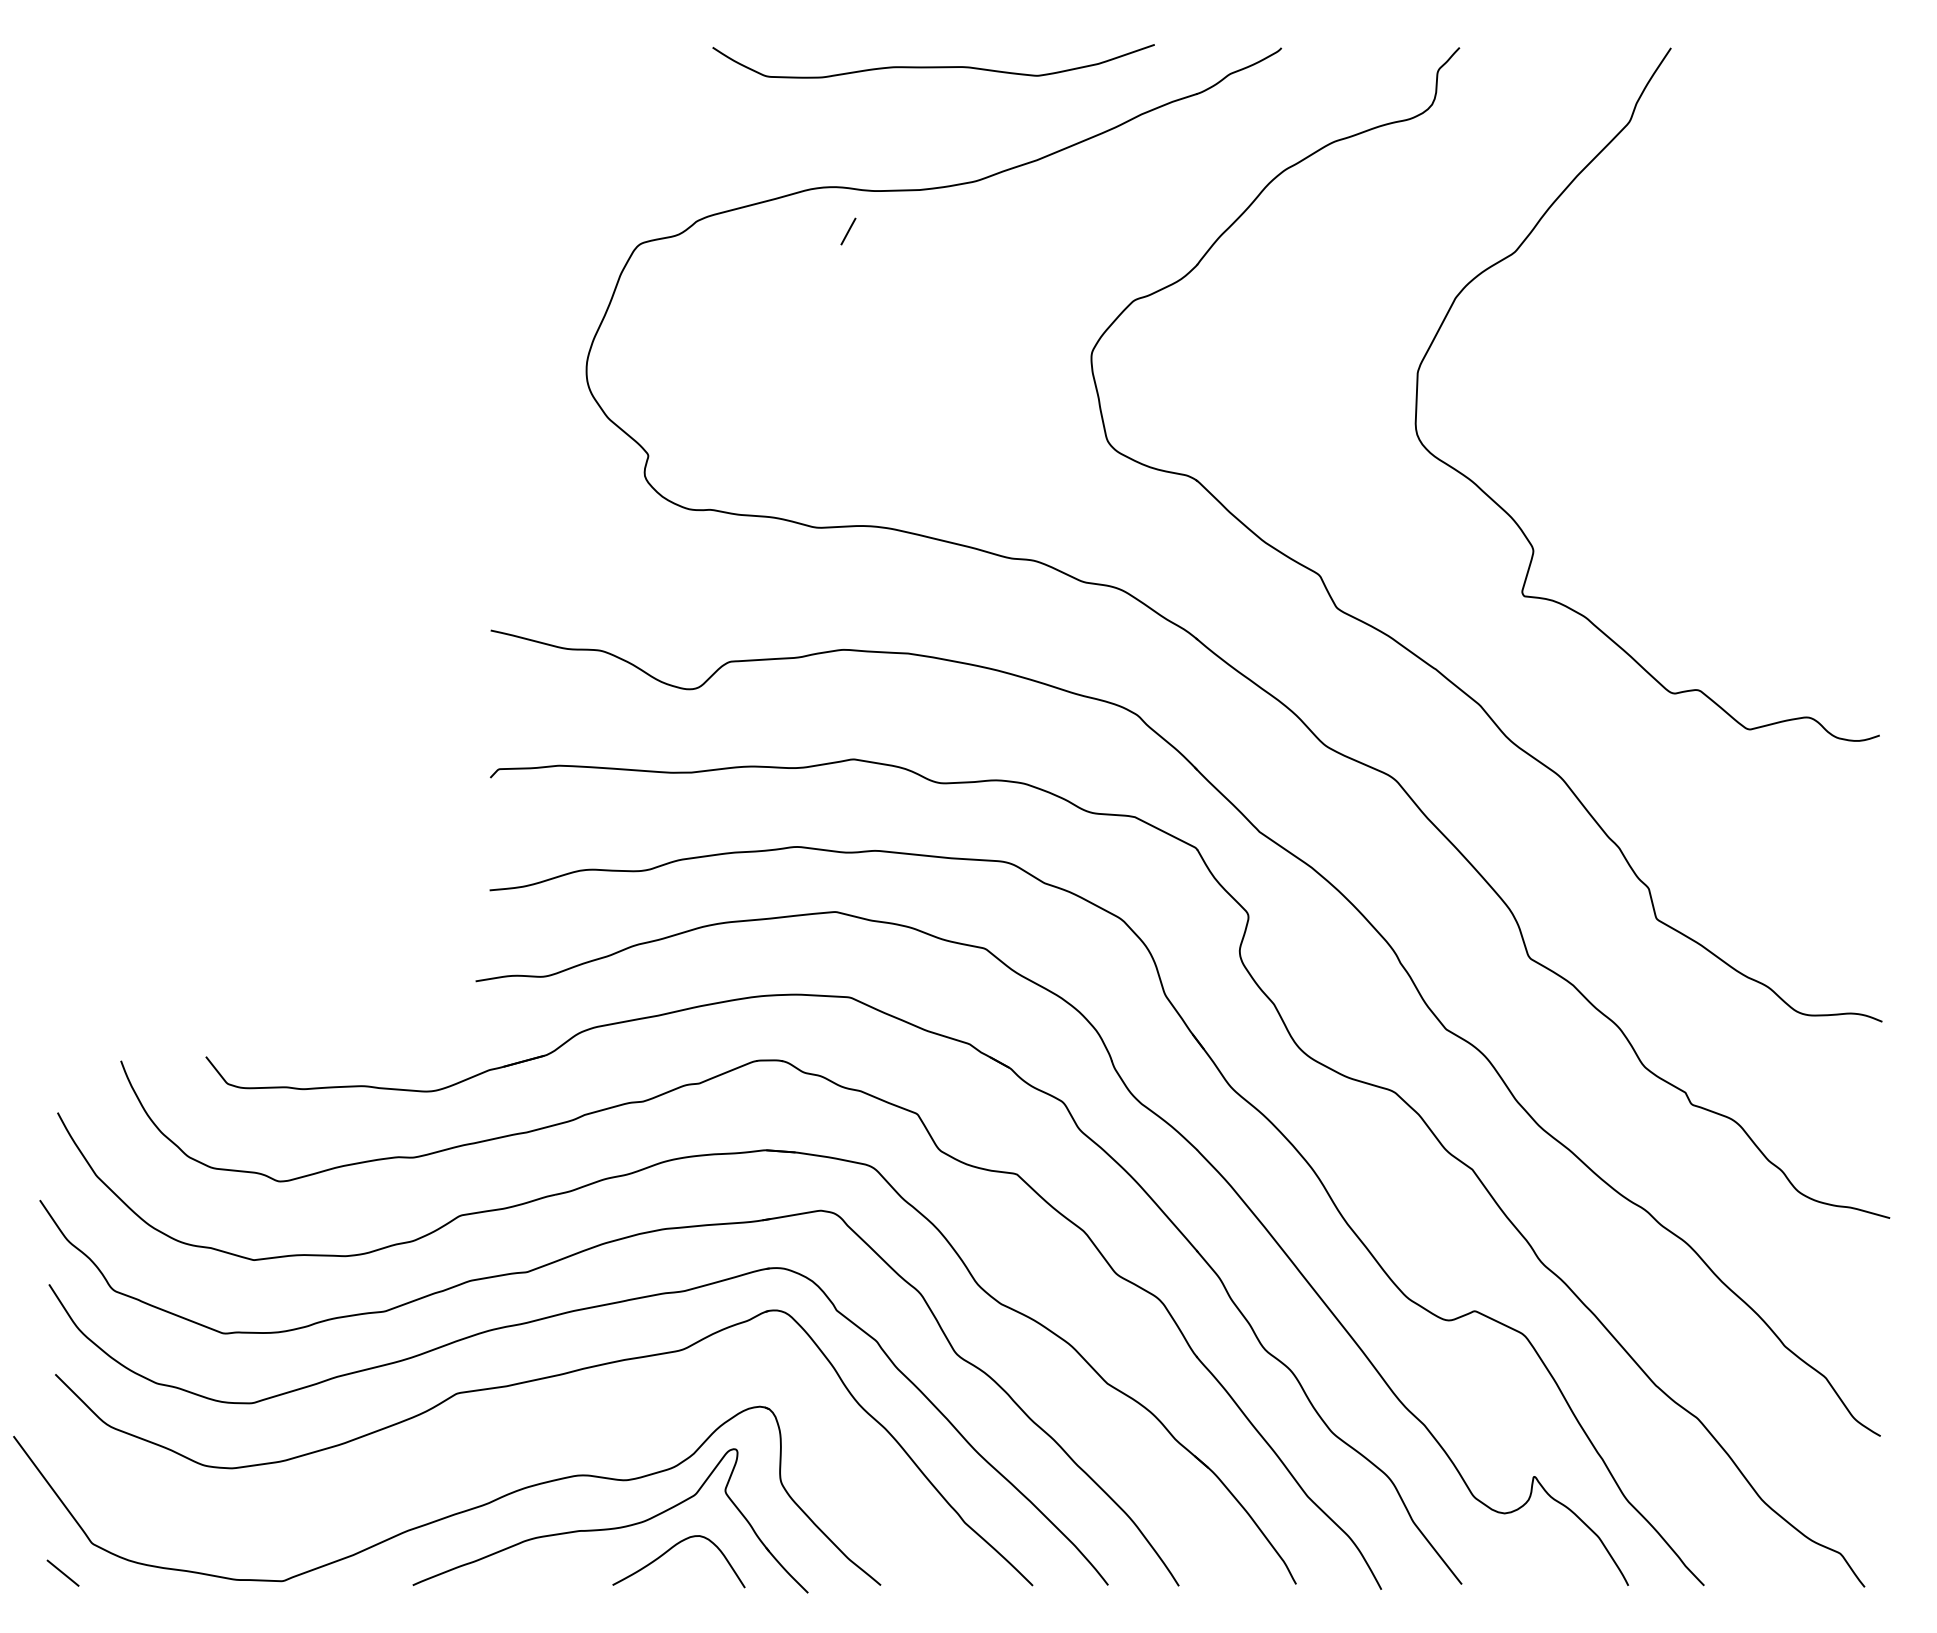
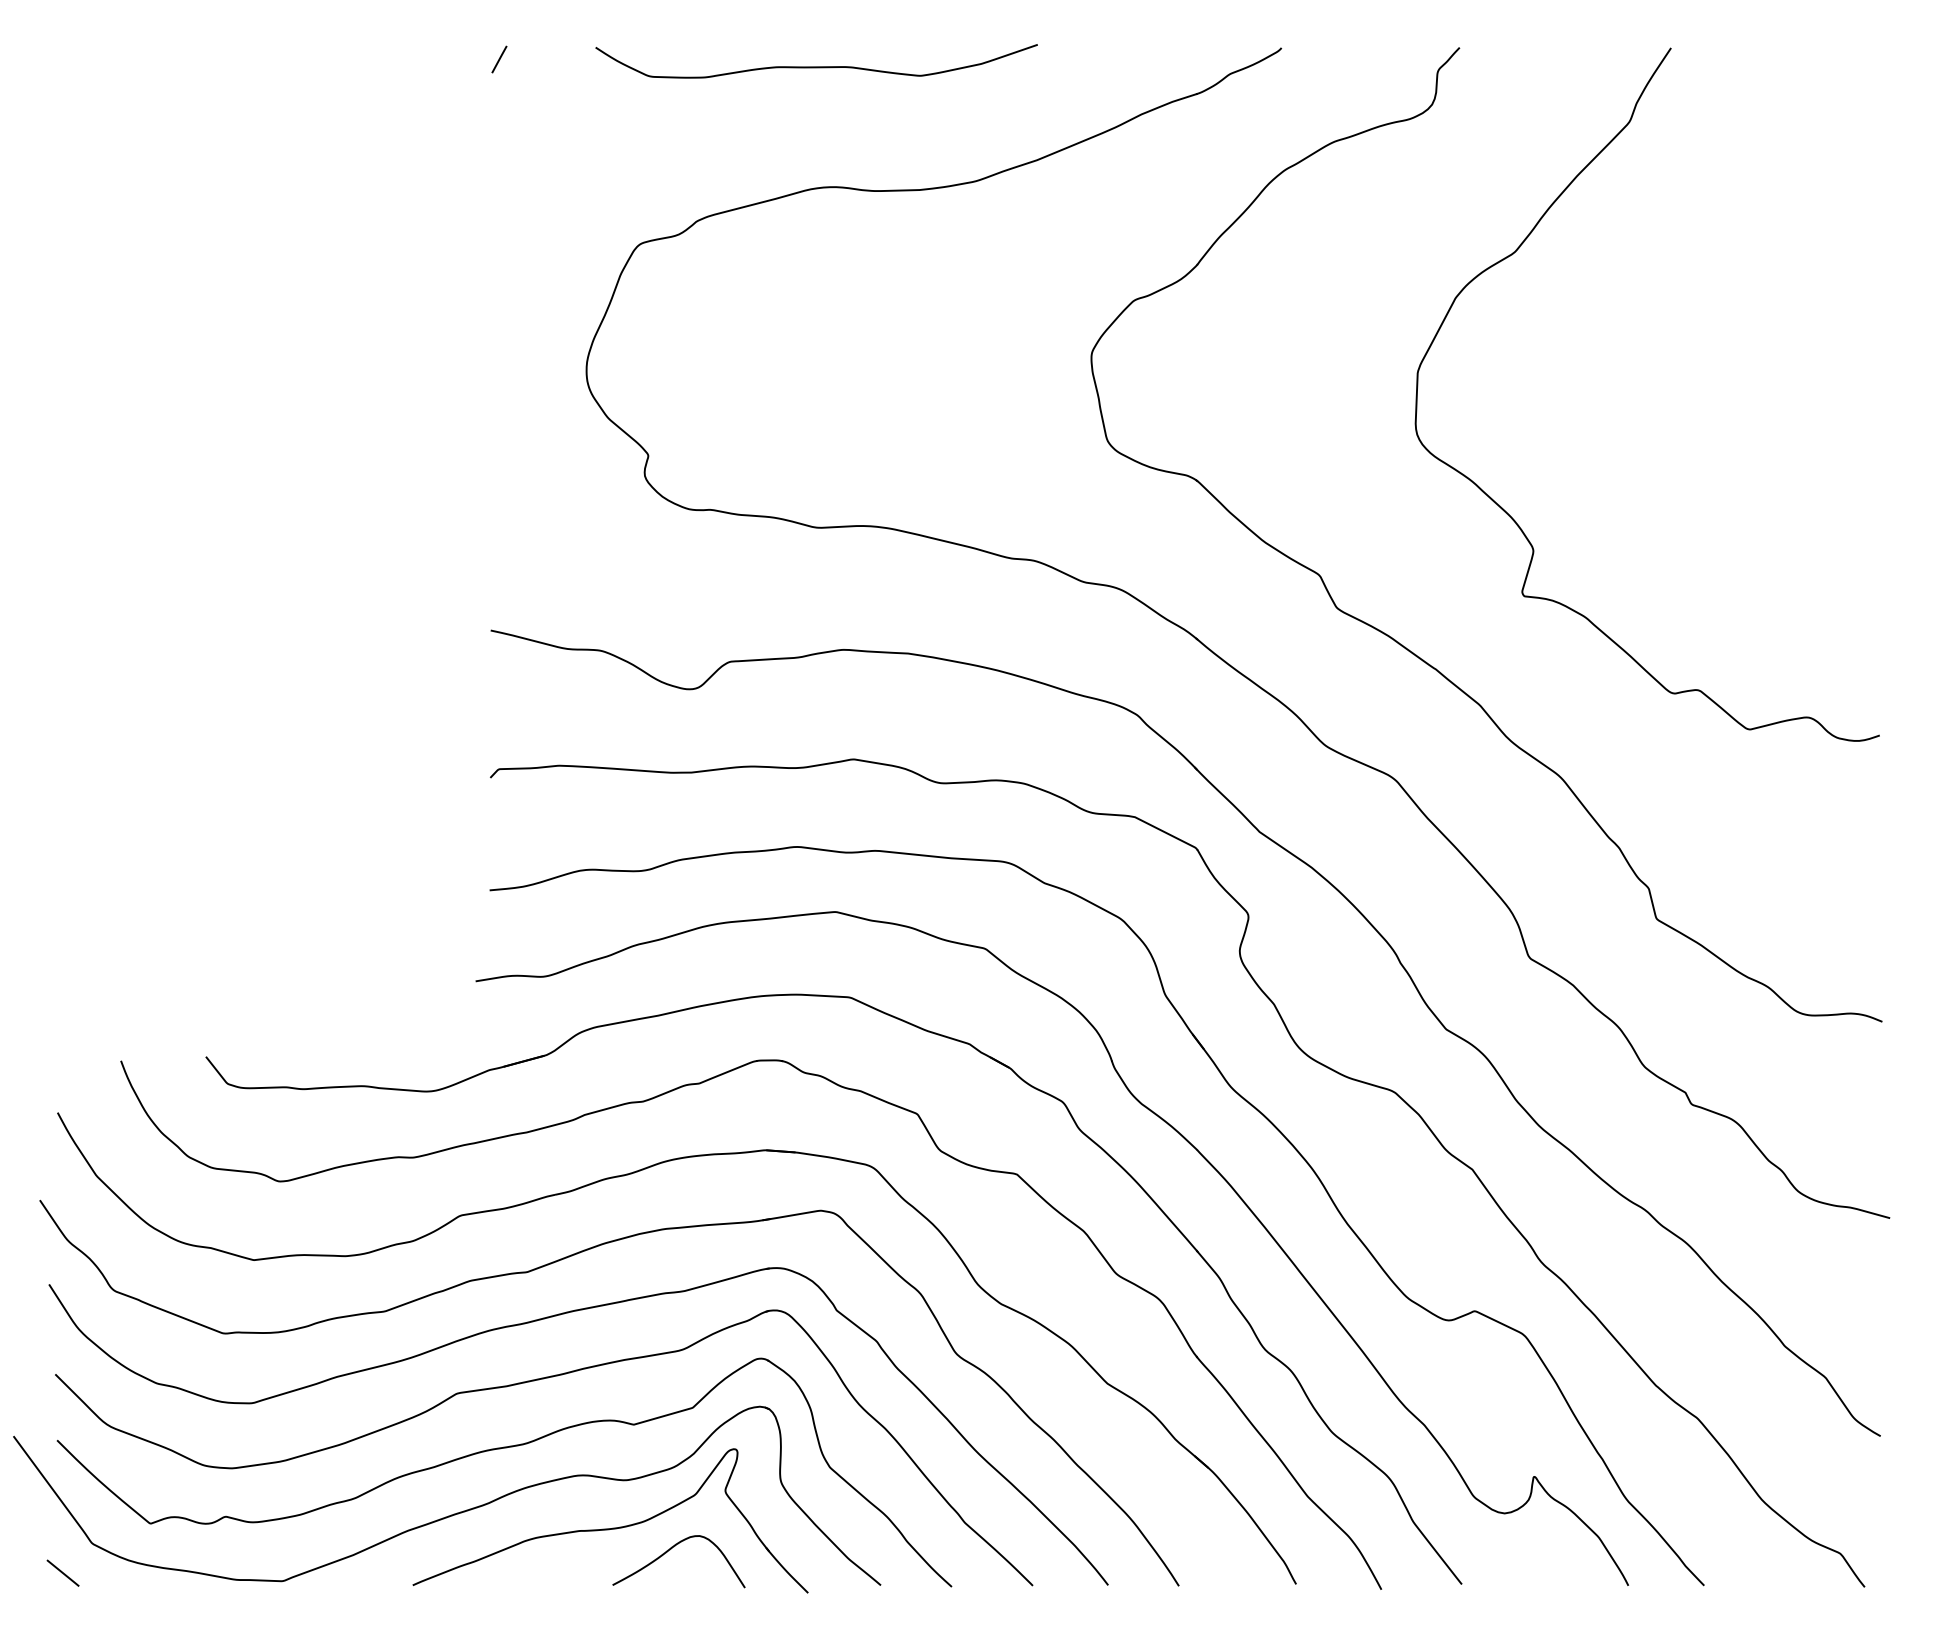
curve at (933, 66) position: (933, 66) -> (816, 66)
line at (848, 231) position: (848, 231) -> (499, 59)
part at (500, 1449): none -> present
